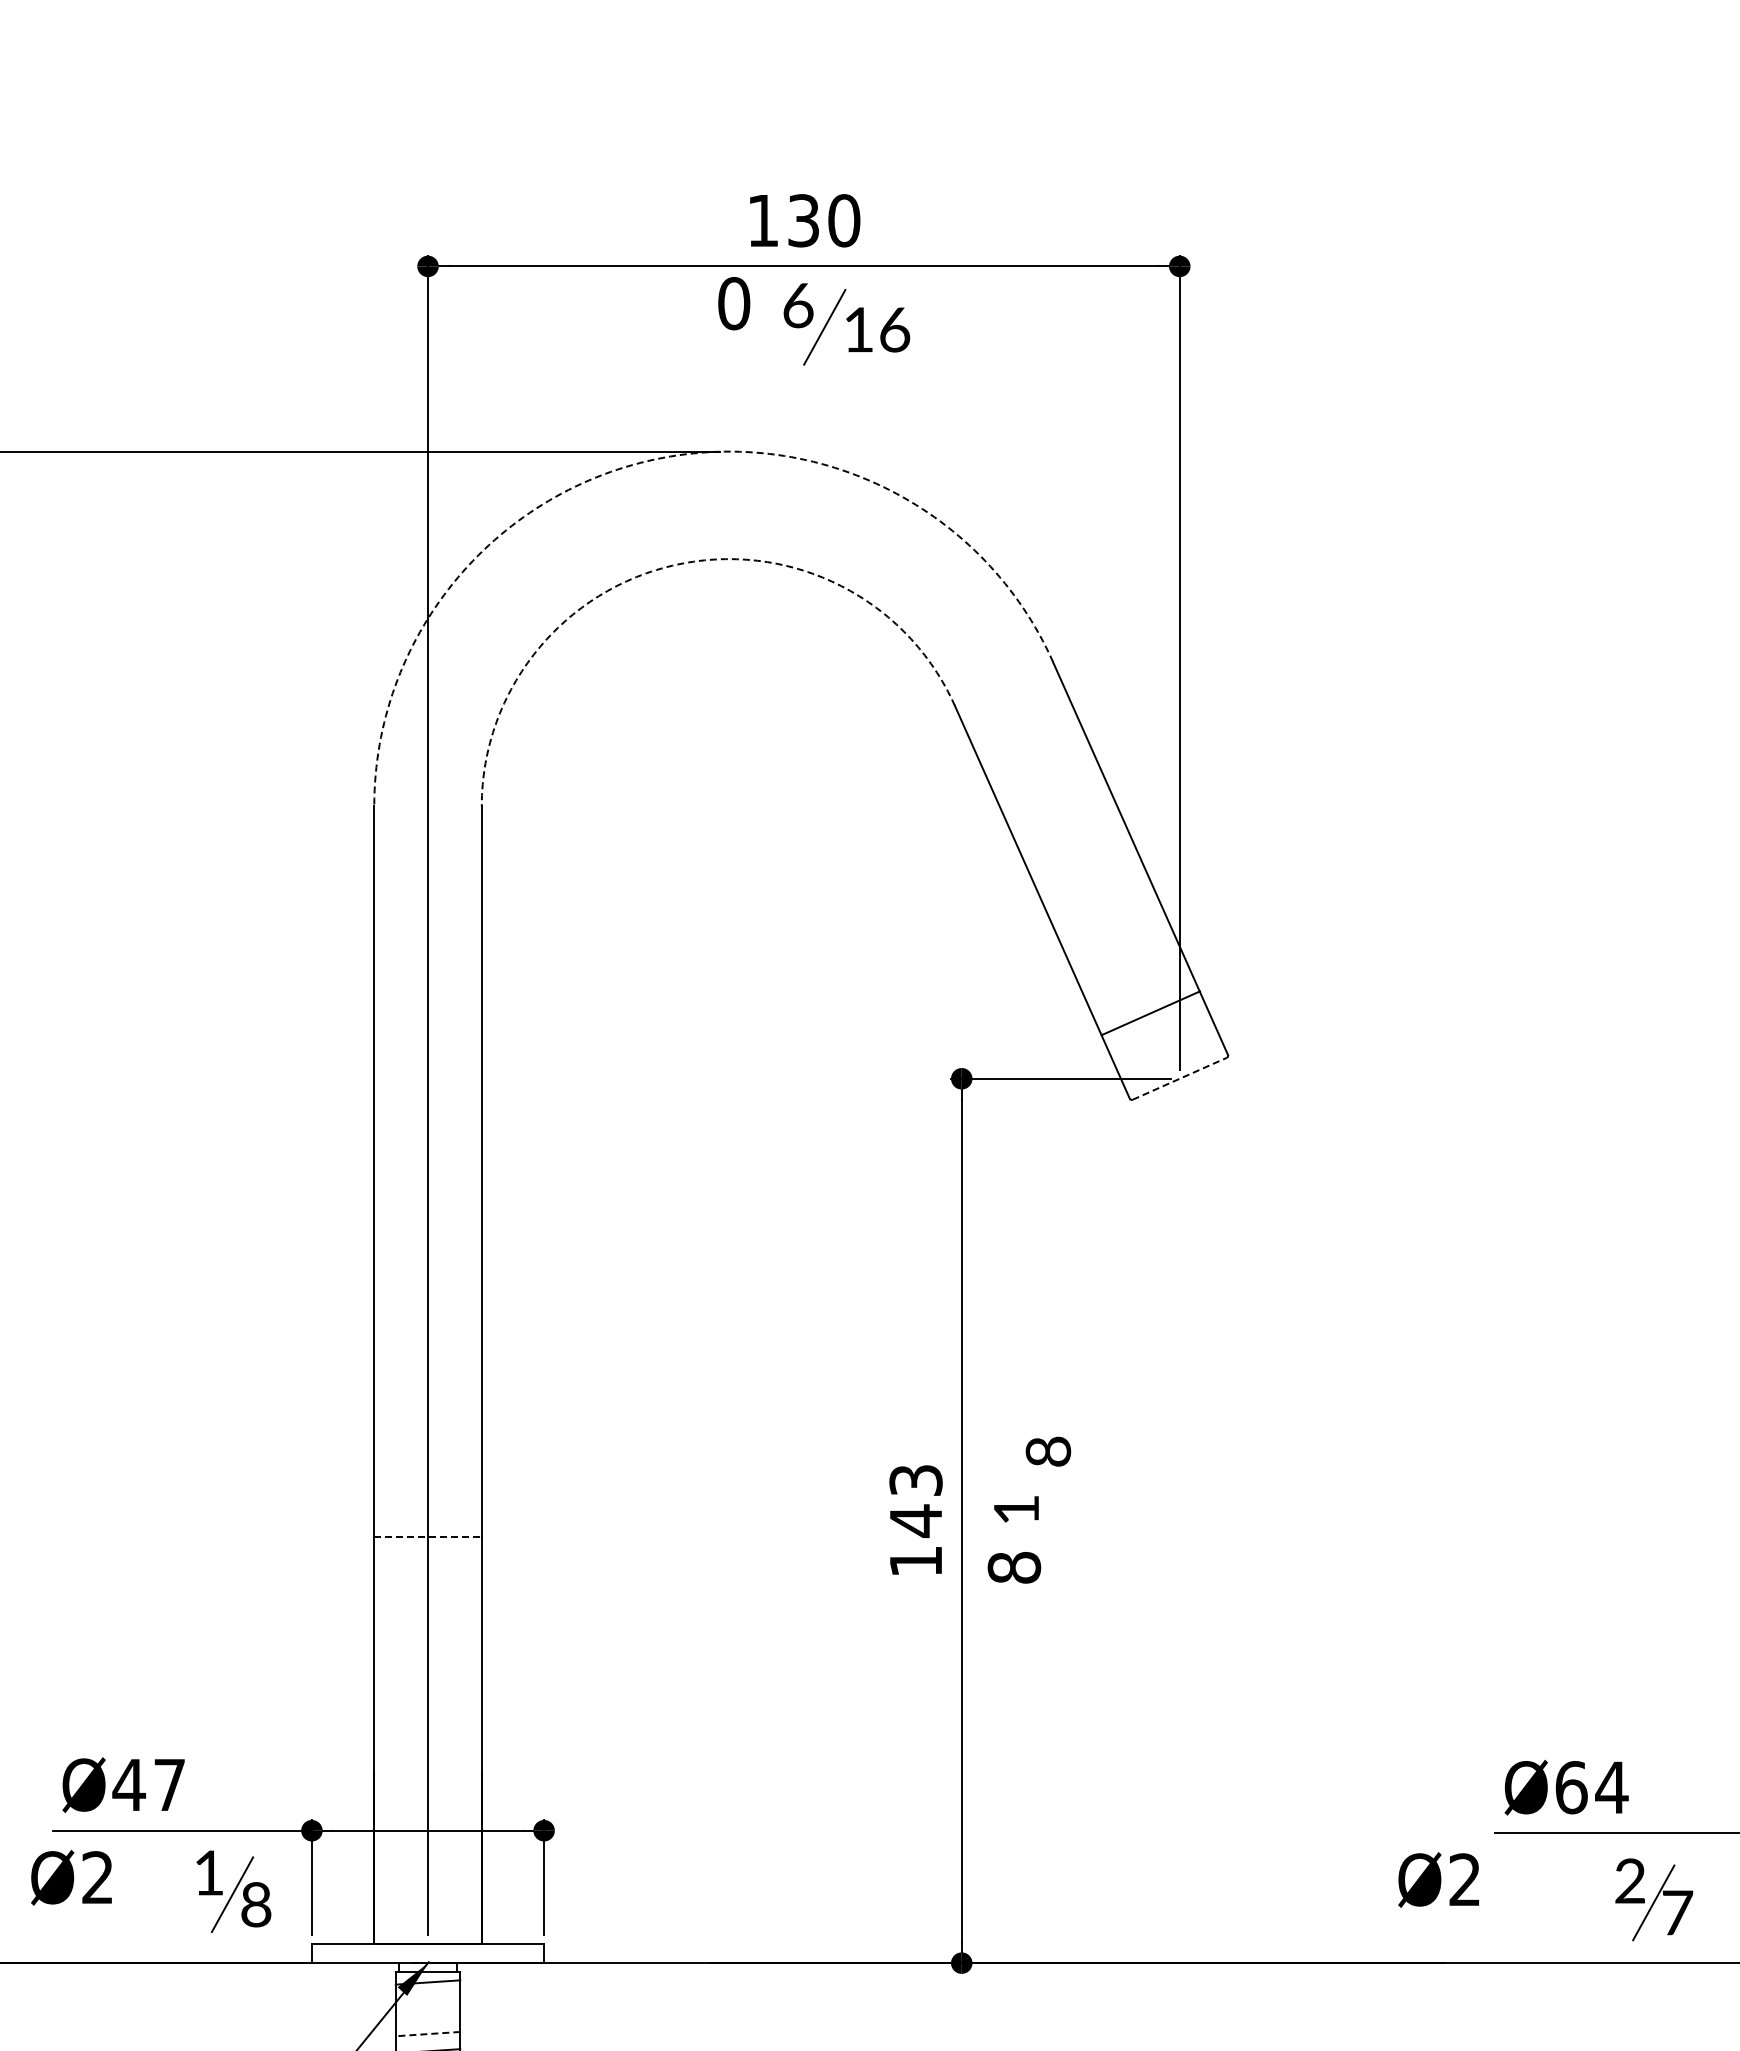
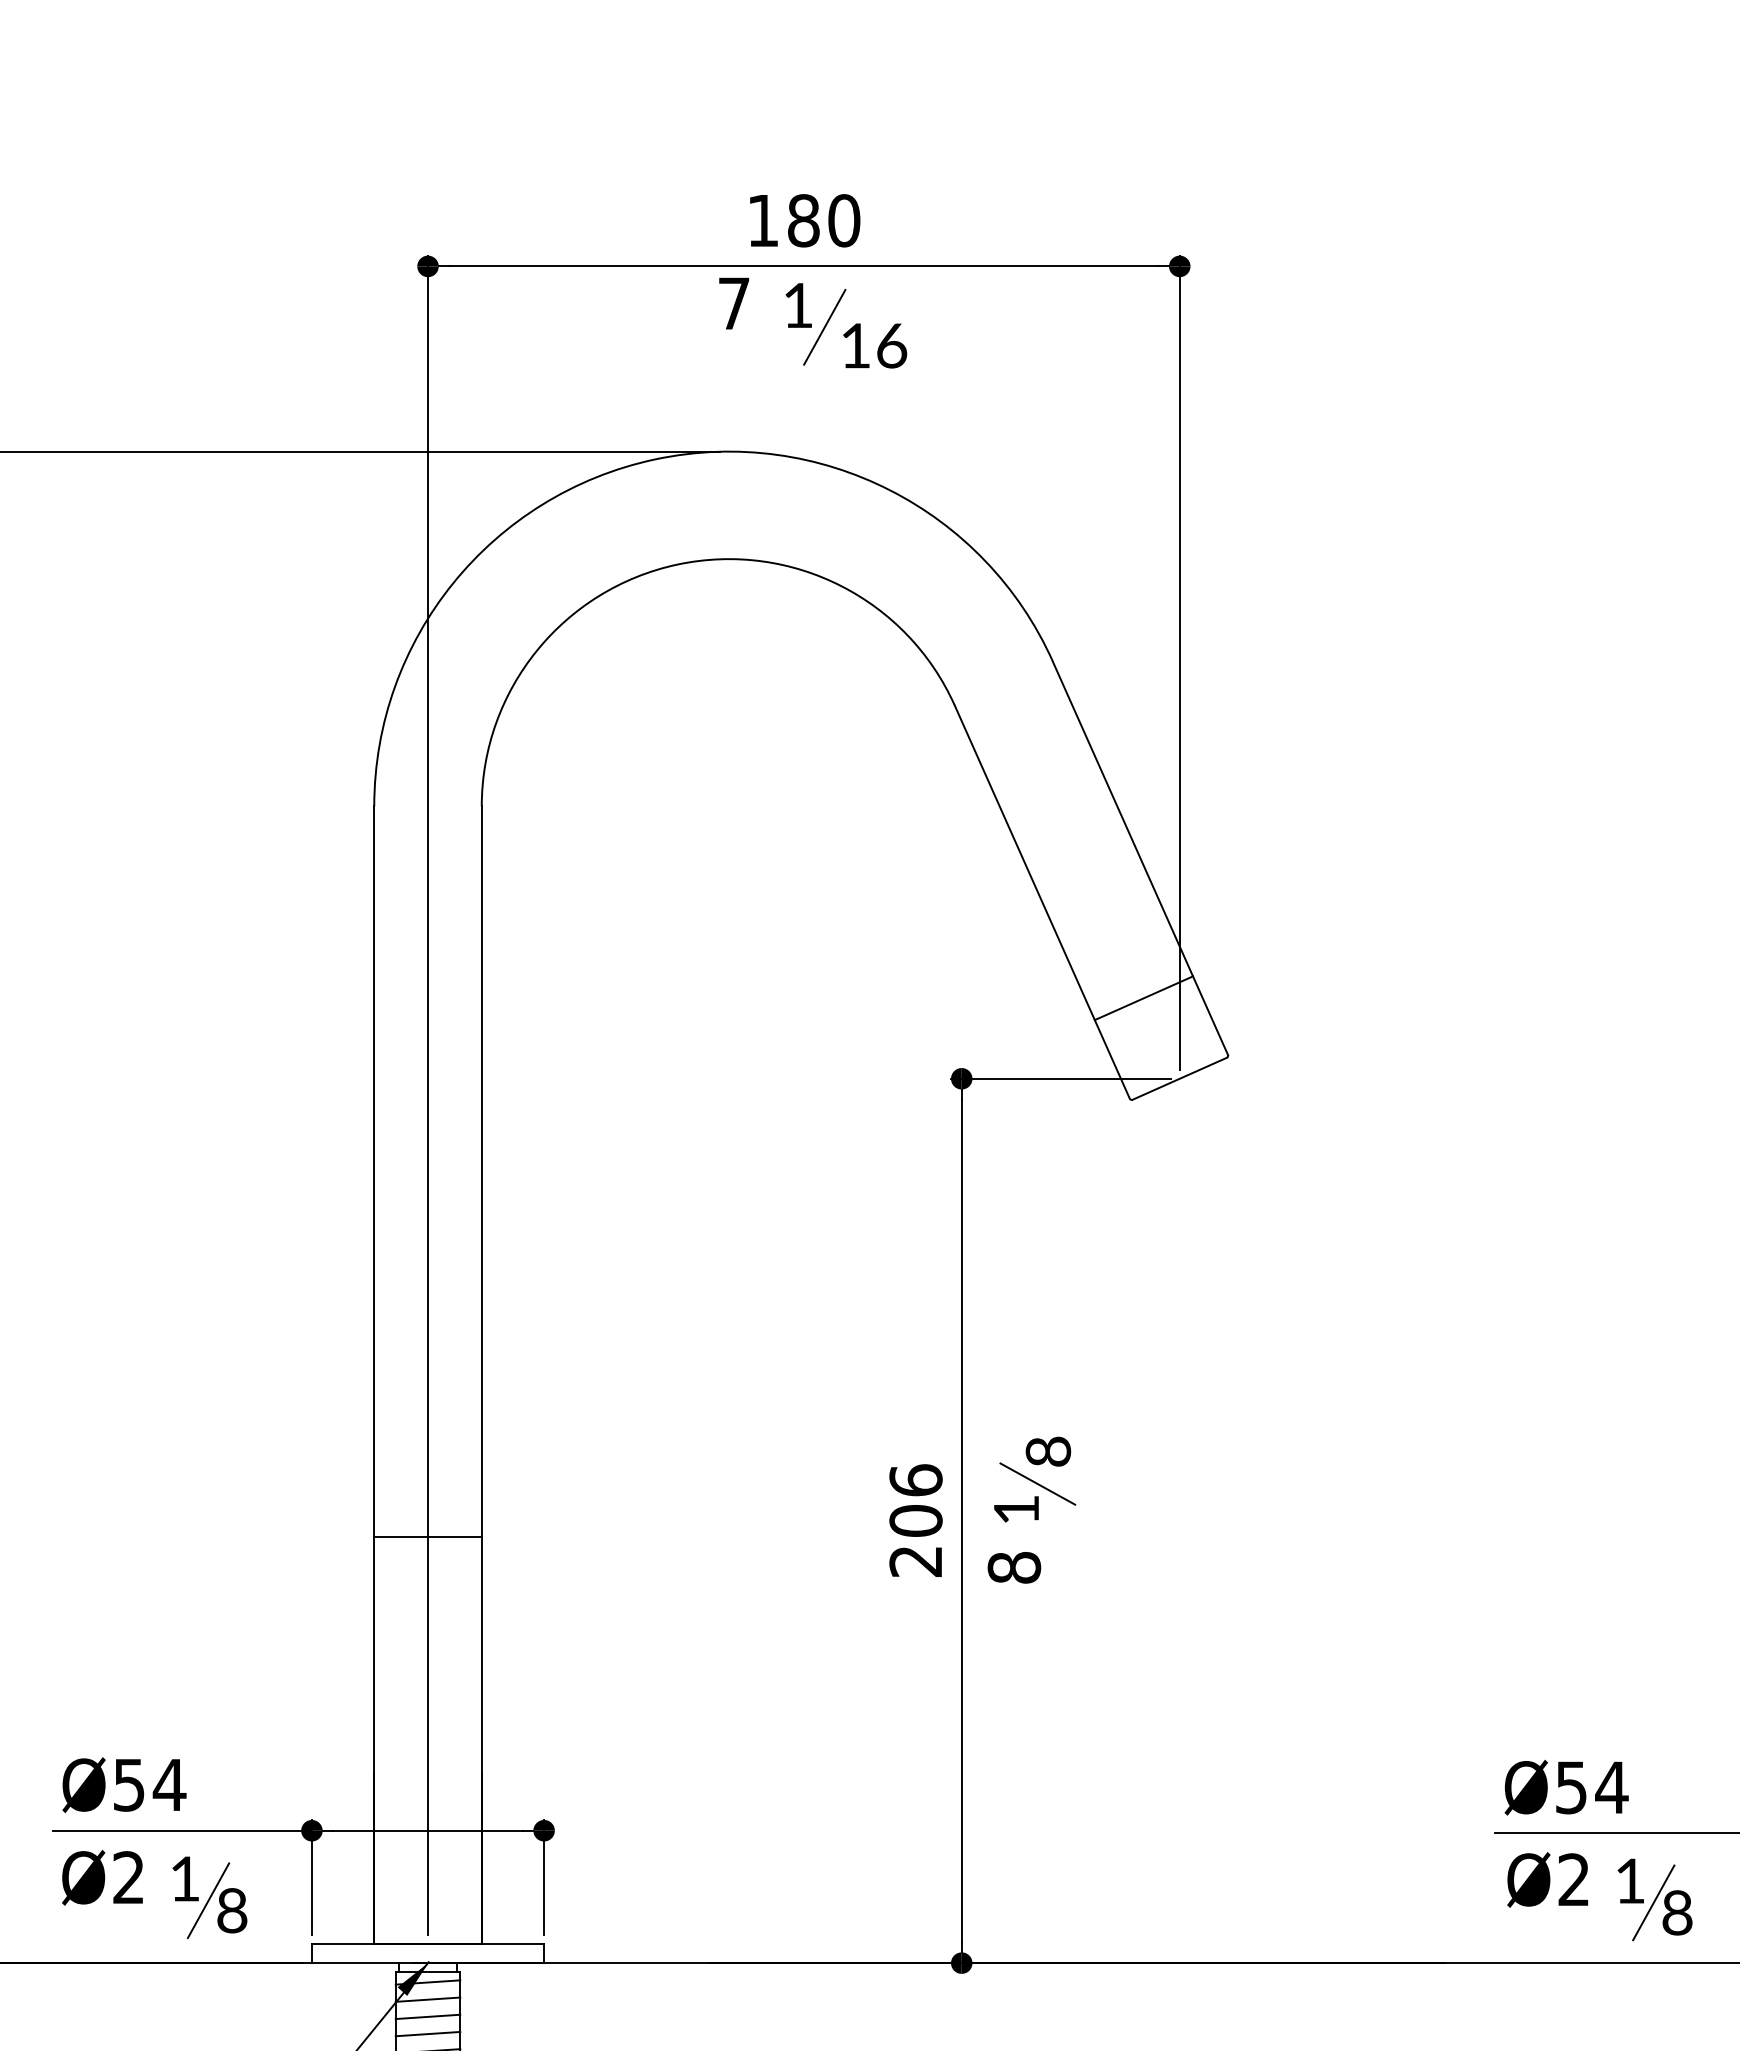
text at (803, 220): 130 -> 180
text at (734, 303): 0 -> 7
text at (798, 305): 6 -> 1
text at (878, 329) position: (878, 329) -> (875, 345)
arc at (655, 459): dashed -> solid
arc at (677, 564): dashed -> solid
line at (1150, 1013) position: (1150, 1013) -> (1143, 998)
line at (1179, 1078): dashed -> solid
line at (1037, 1483): none -> present
text at (915, 1520): 143 -> 206
line at (428, 1537): dashed -> solid
text at (149, 1785): Ø47 -> Ø54
text at (1571, 1787): Ø64 -> Ø54
text at (71, 1877) position: (71, 1877) -> (102, 1877)
text at (1438, 1879) position: (1438, 1879) -> (1547, 1879)
text at (1629, 1880): 2 -> 1
part at (233, 1891) position: (233, 1891) -> (209, 1897)
text at (1677, 1912): 7 -> 8
line at (427, 1999): none -> present
line at (427, 2016): none -> present
line at (427, 2034): dashed -> solid
